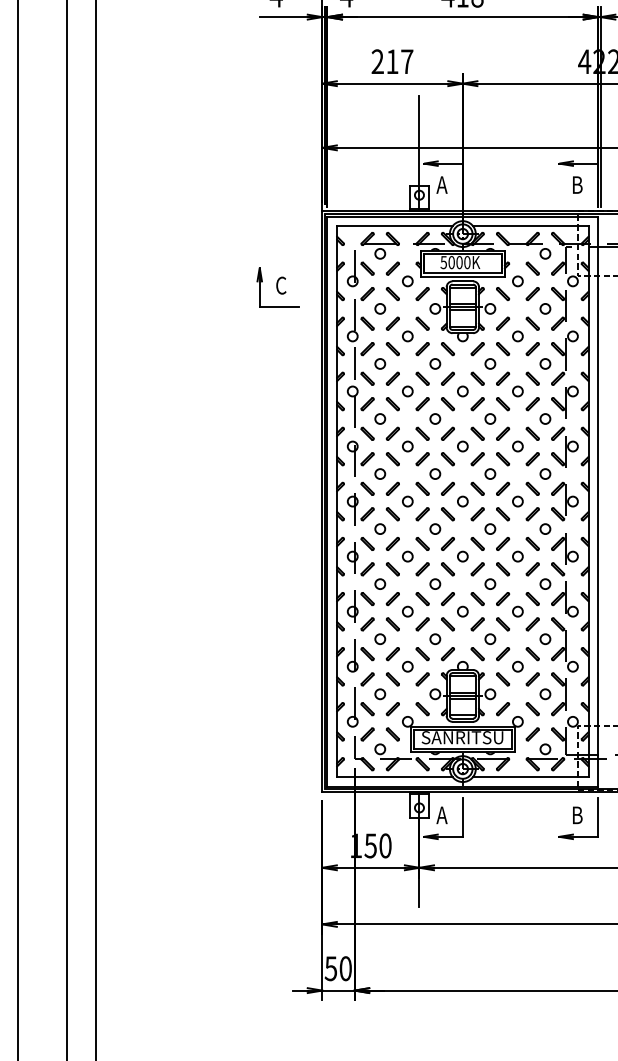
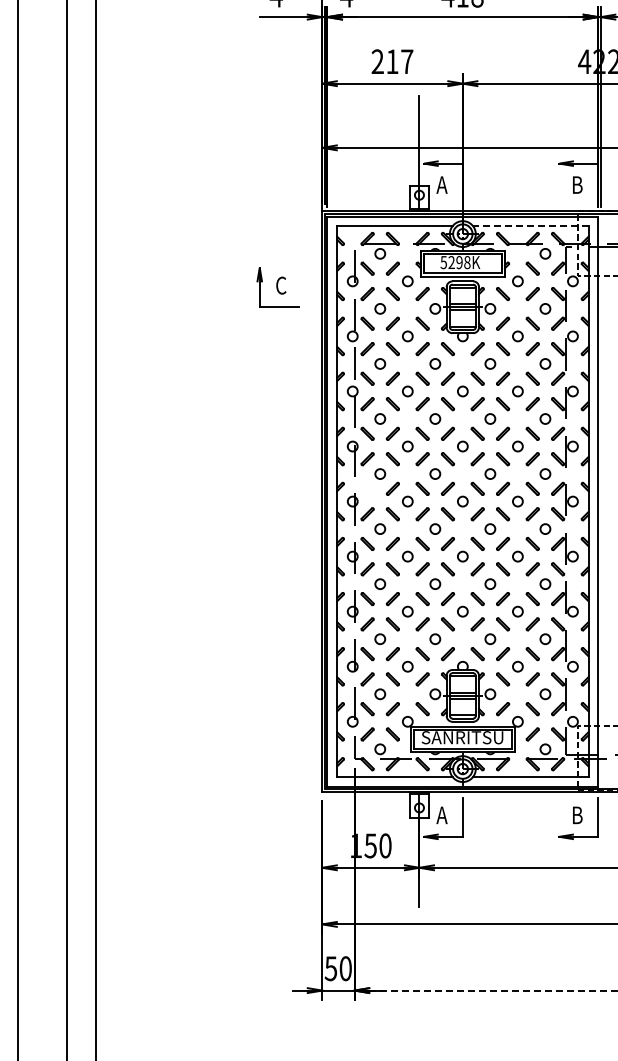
line at (530, 226): solid -> dashed
text at (459, 262): 5000K -> 5298K
part at (367, 488): present -> none
line at (493, 990): solid -> dashed
